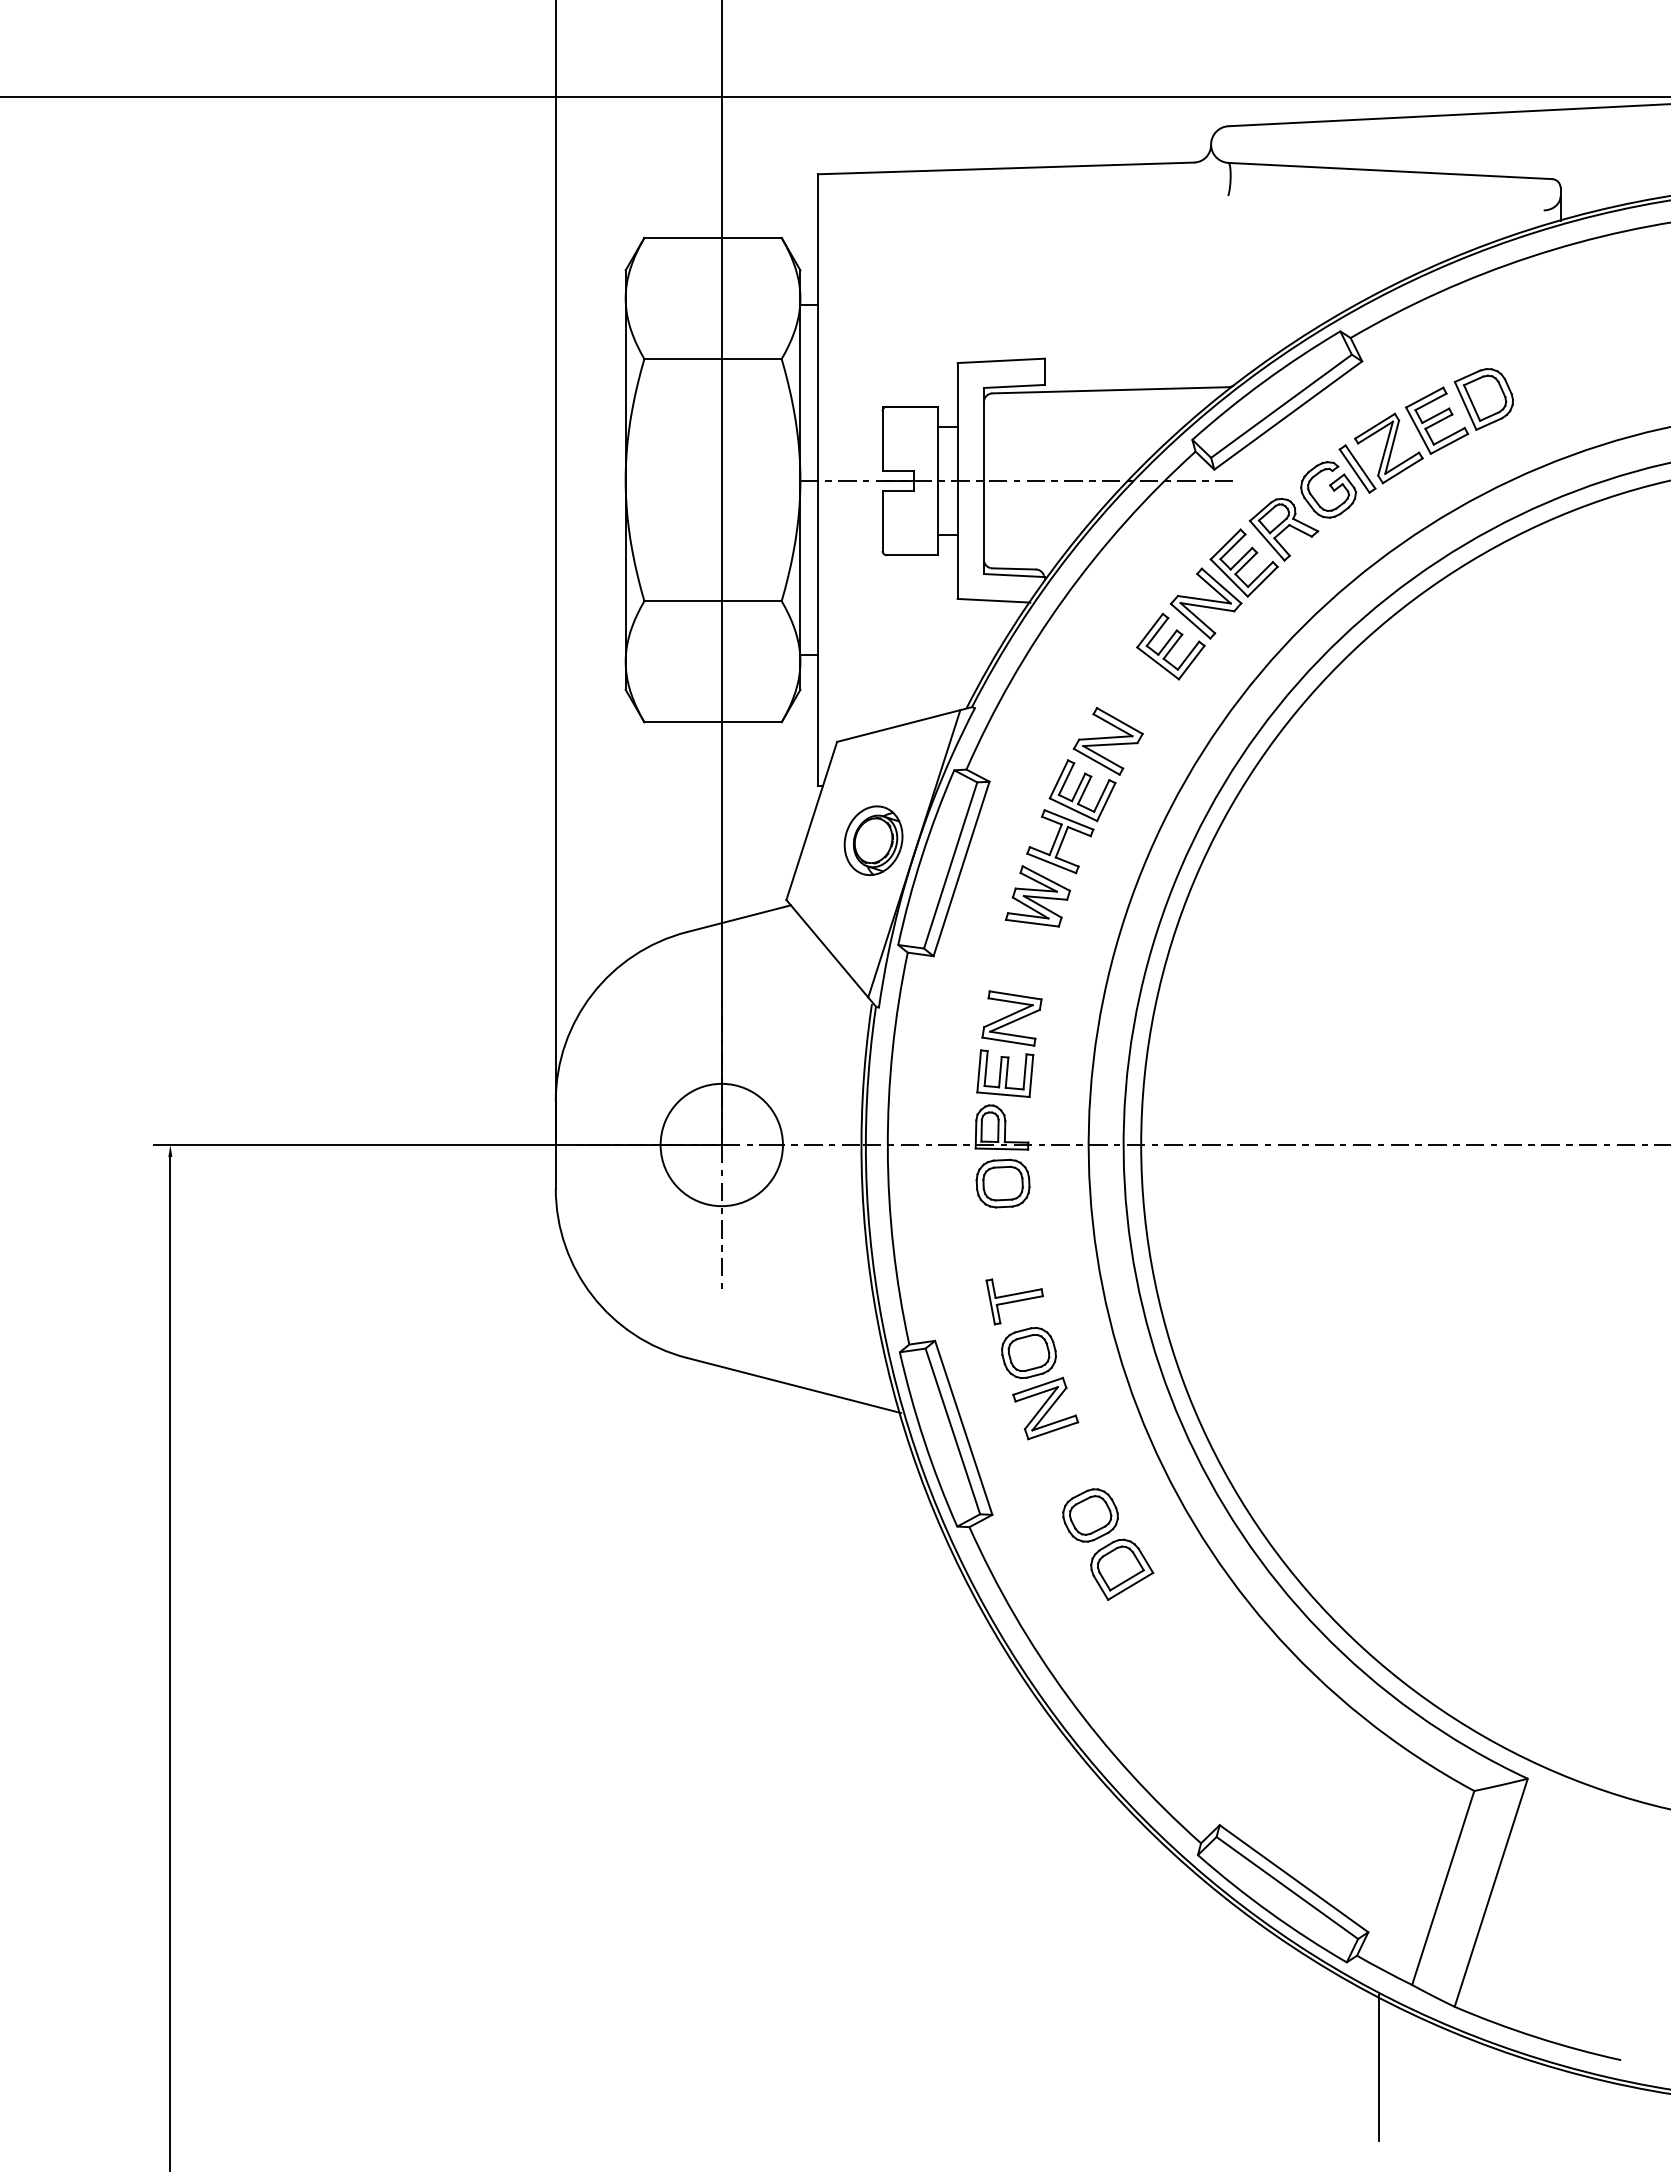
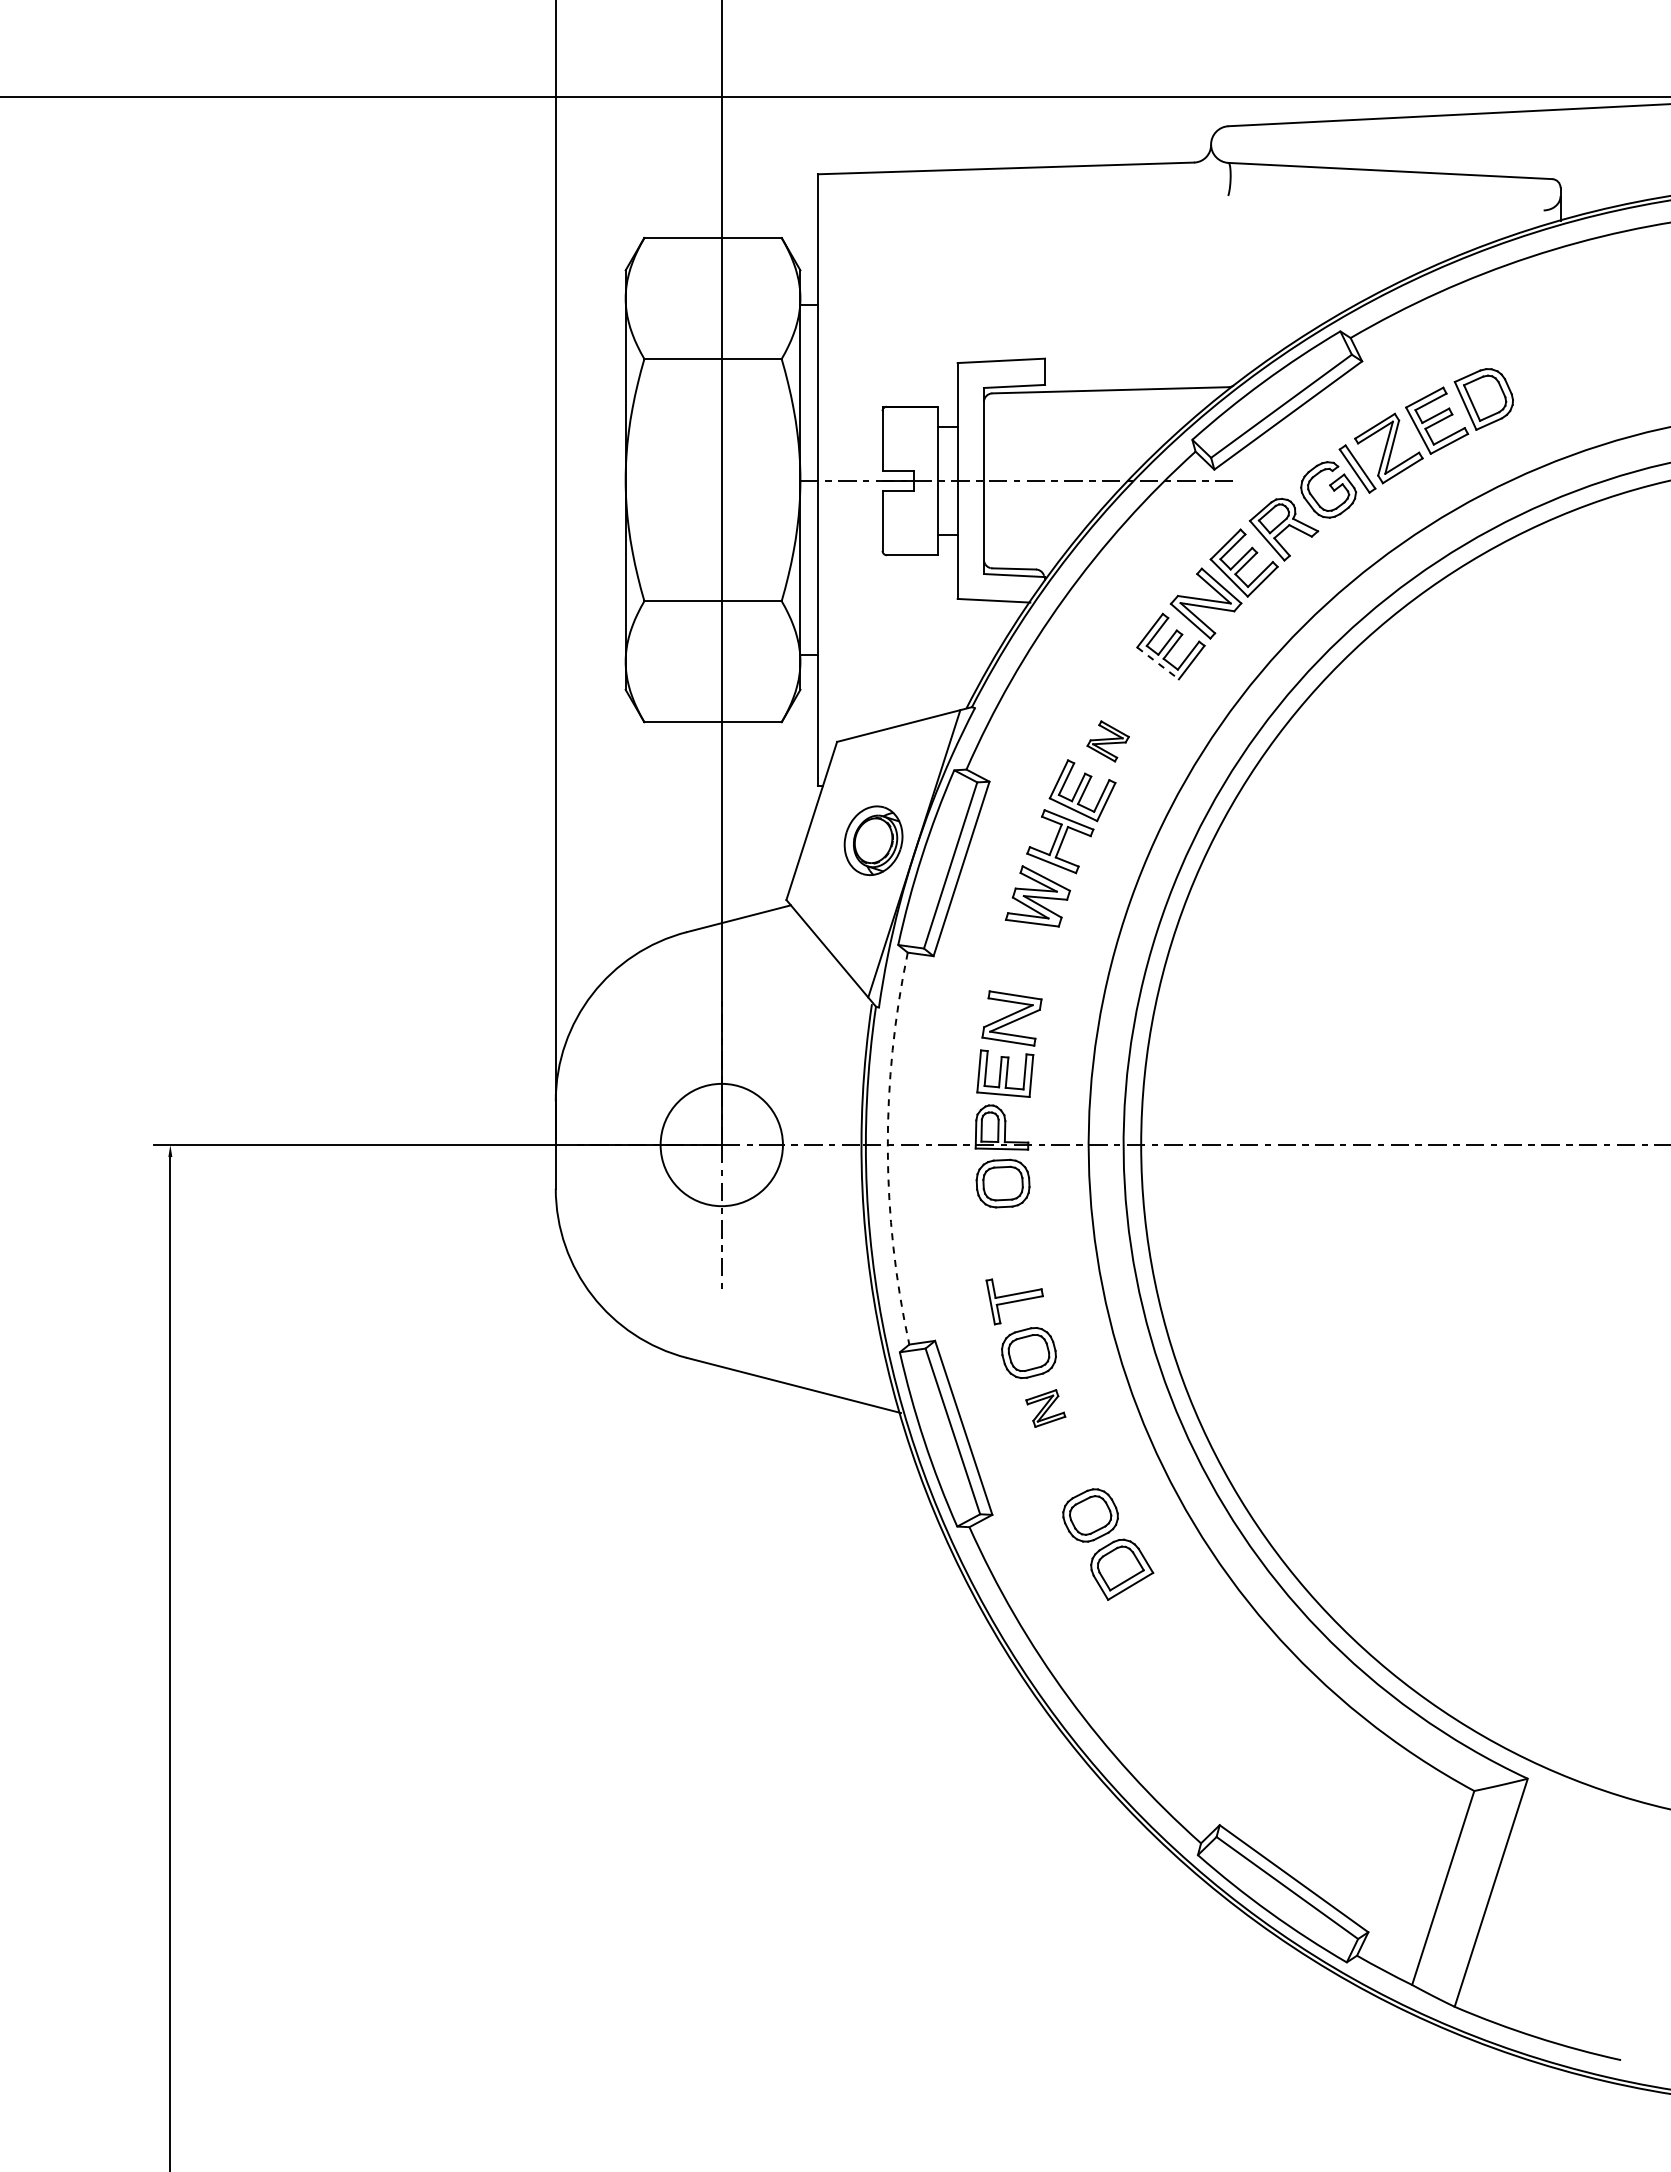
line at (1158, 663): solid -> dashed
part at (1107, 741) size: 72x69 px -> 44x43 px
arc at (887, 1148): solid -> dashed
part at (1045, 1408) size: 68x65 px -> 42x39 px
line at (1378, 2067): present -> none
